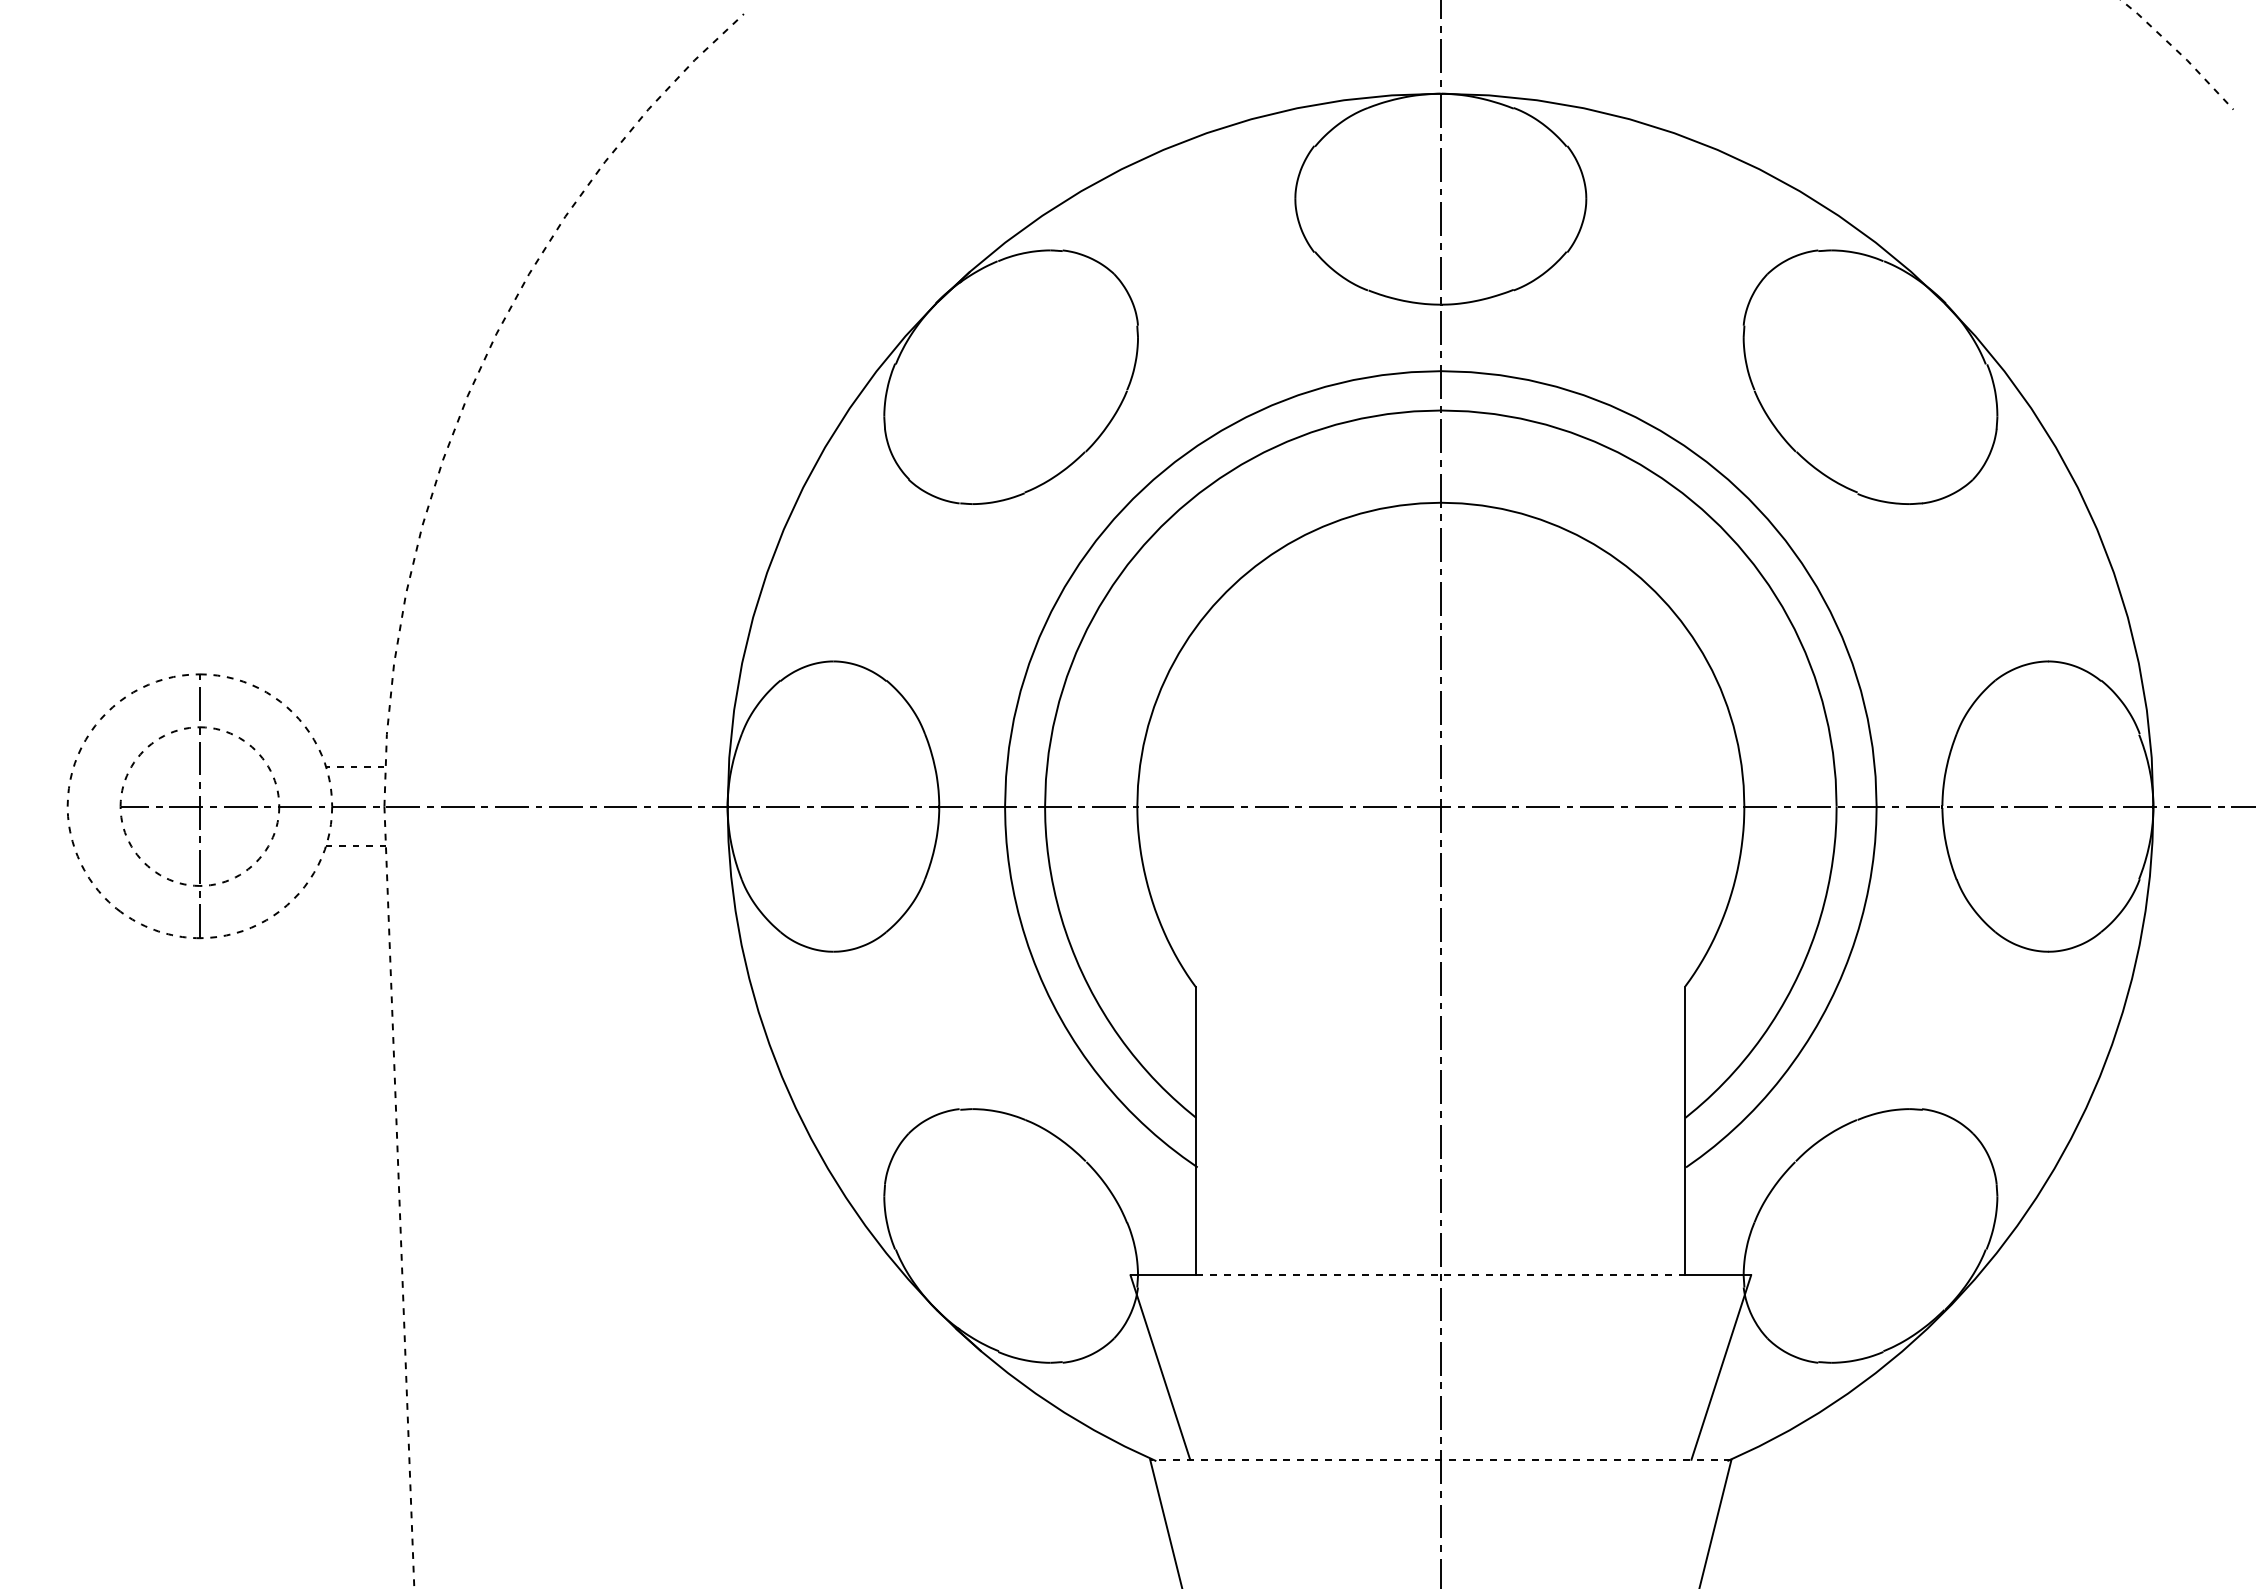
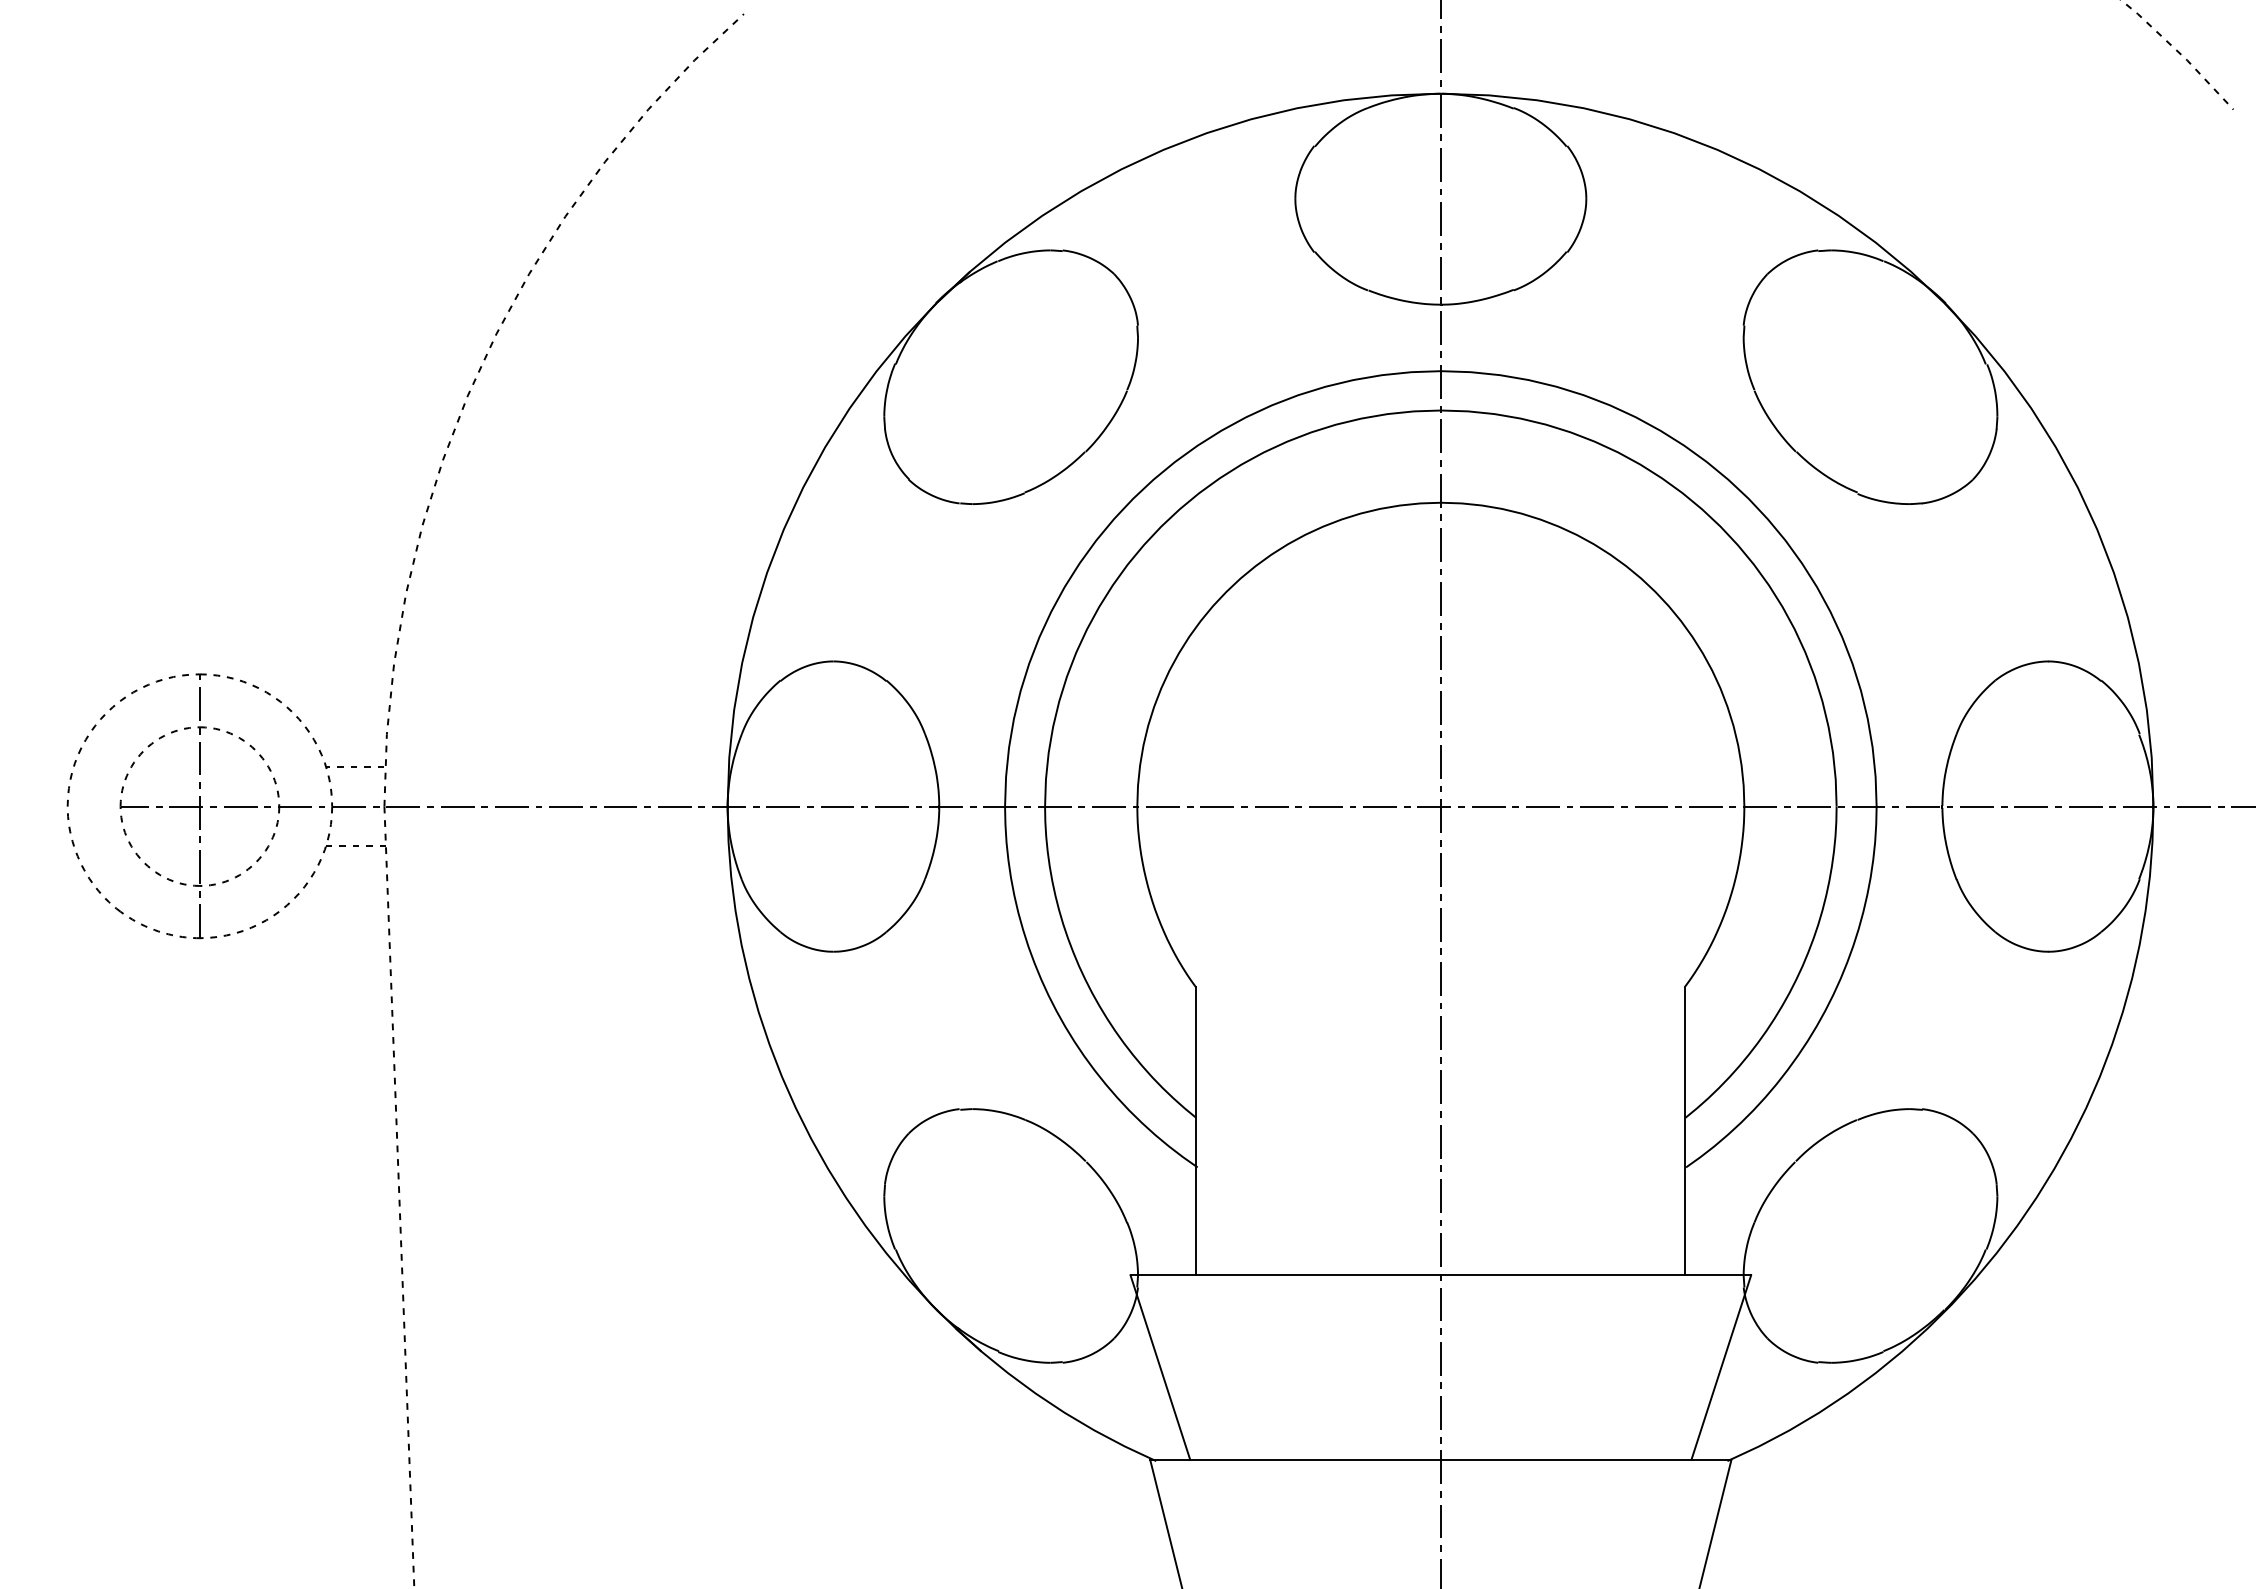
line at (1440, 1275): dashed -> solid
line at (1440, 1459): dashed -> solid
